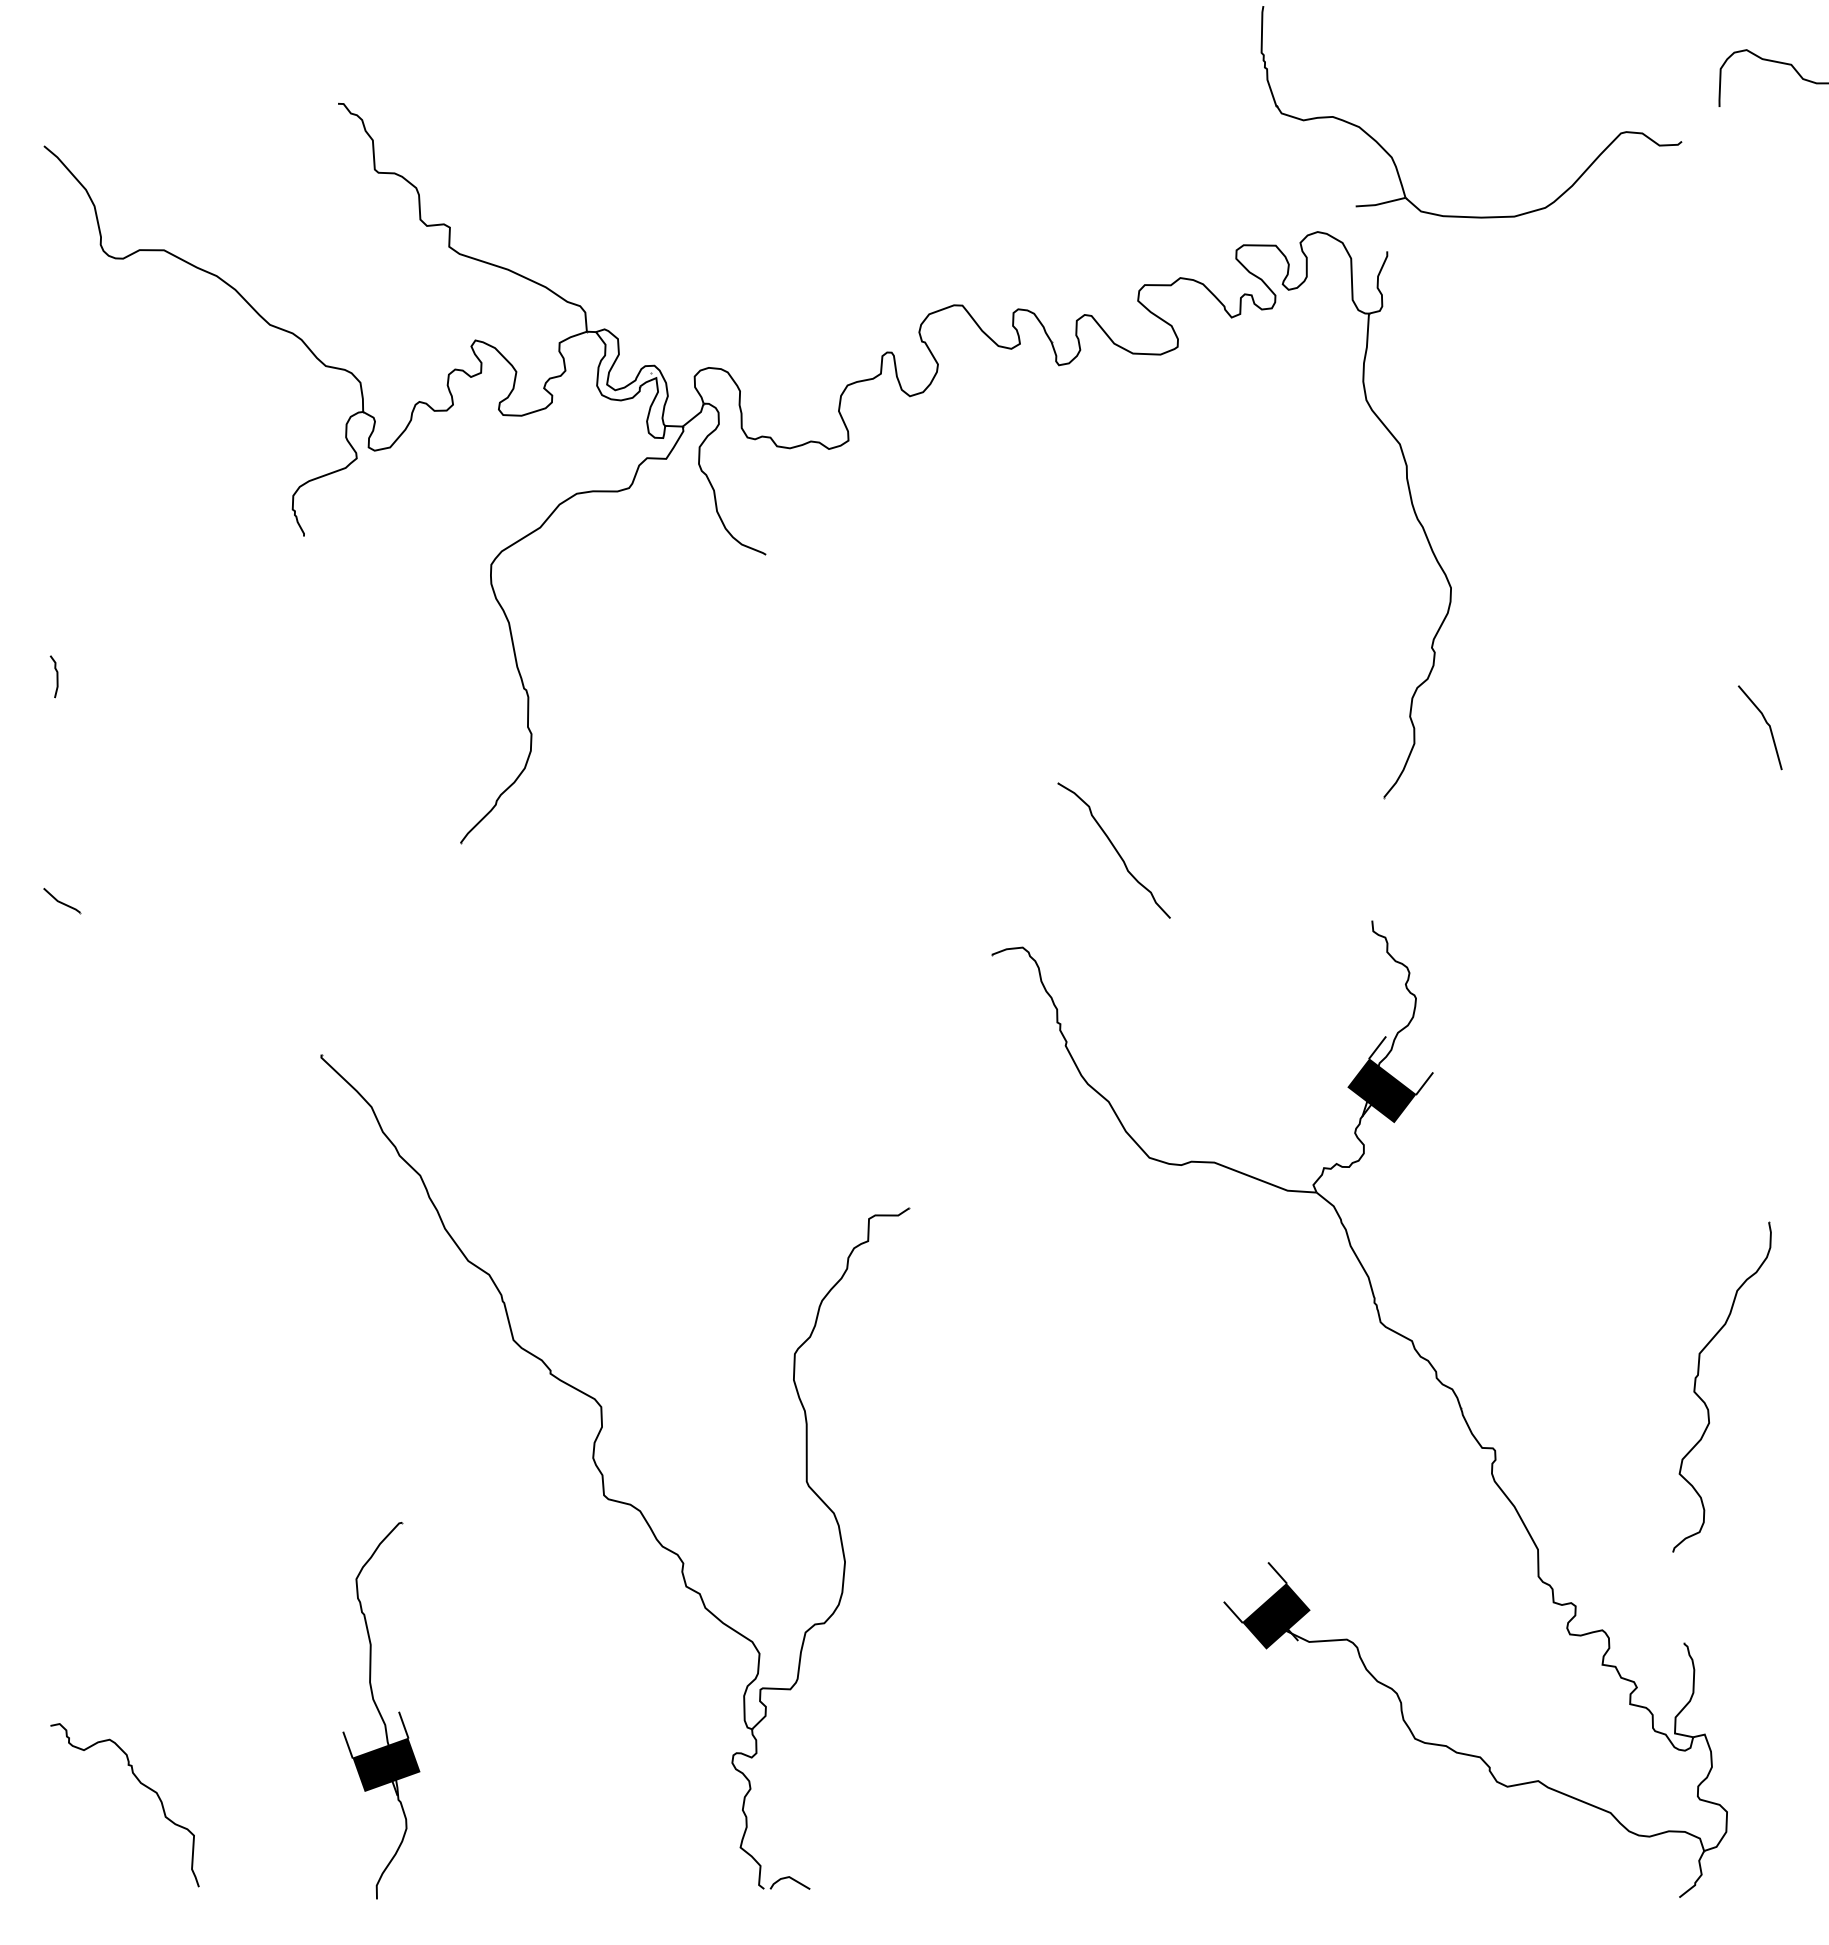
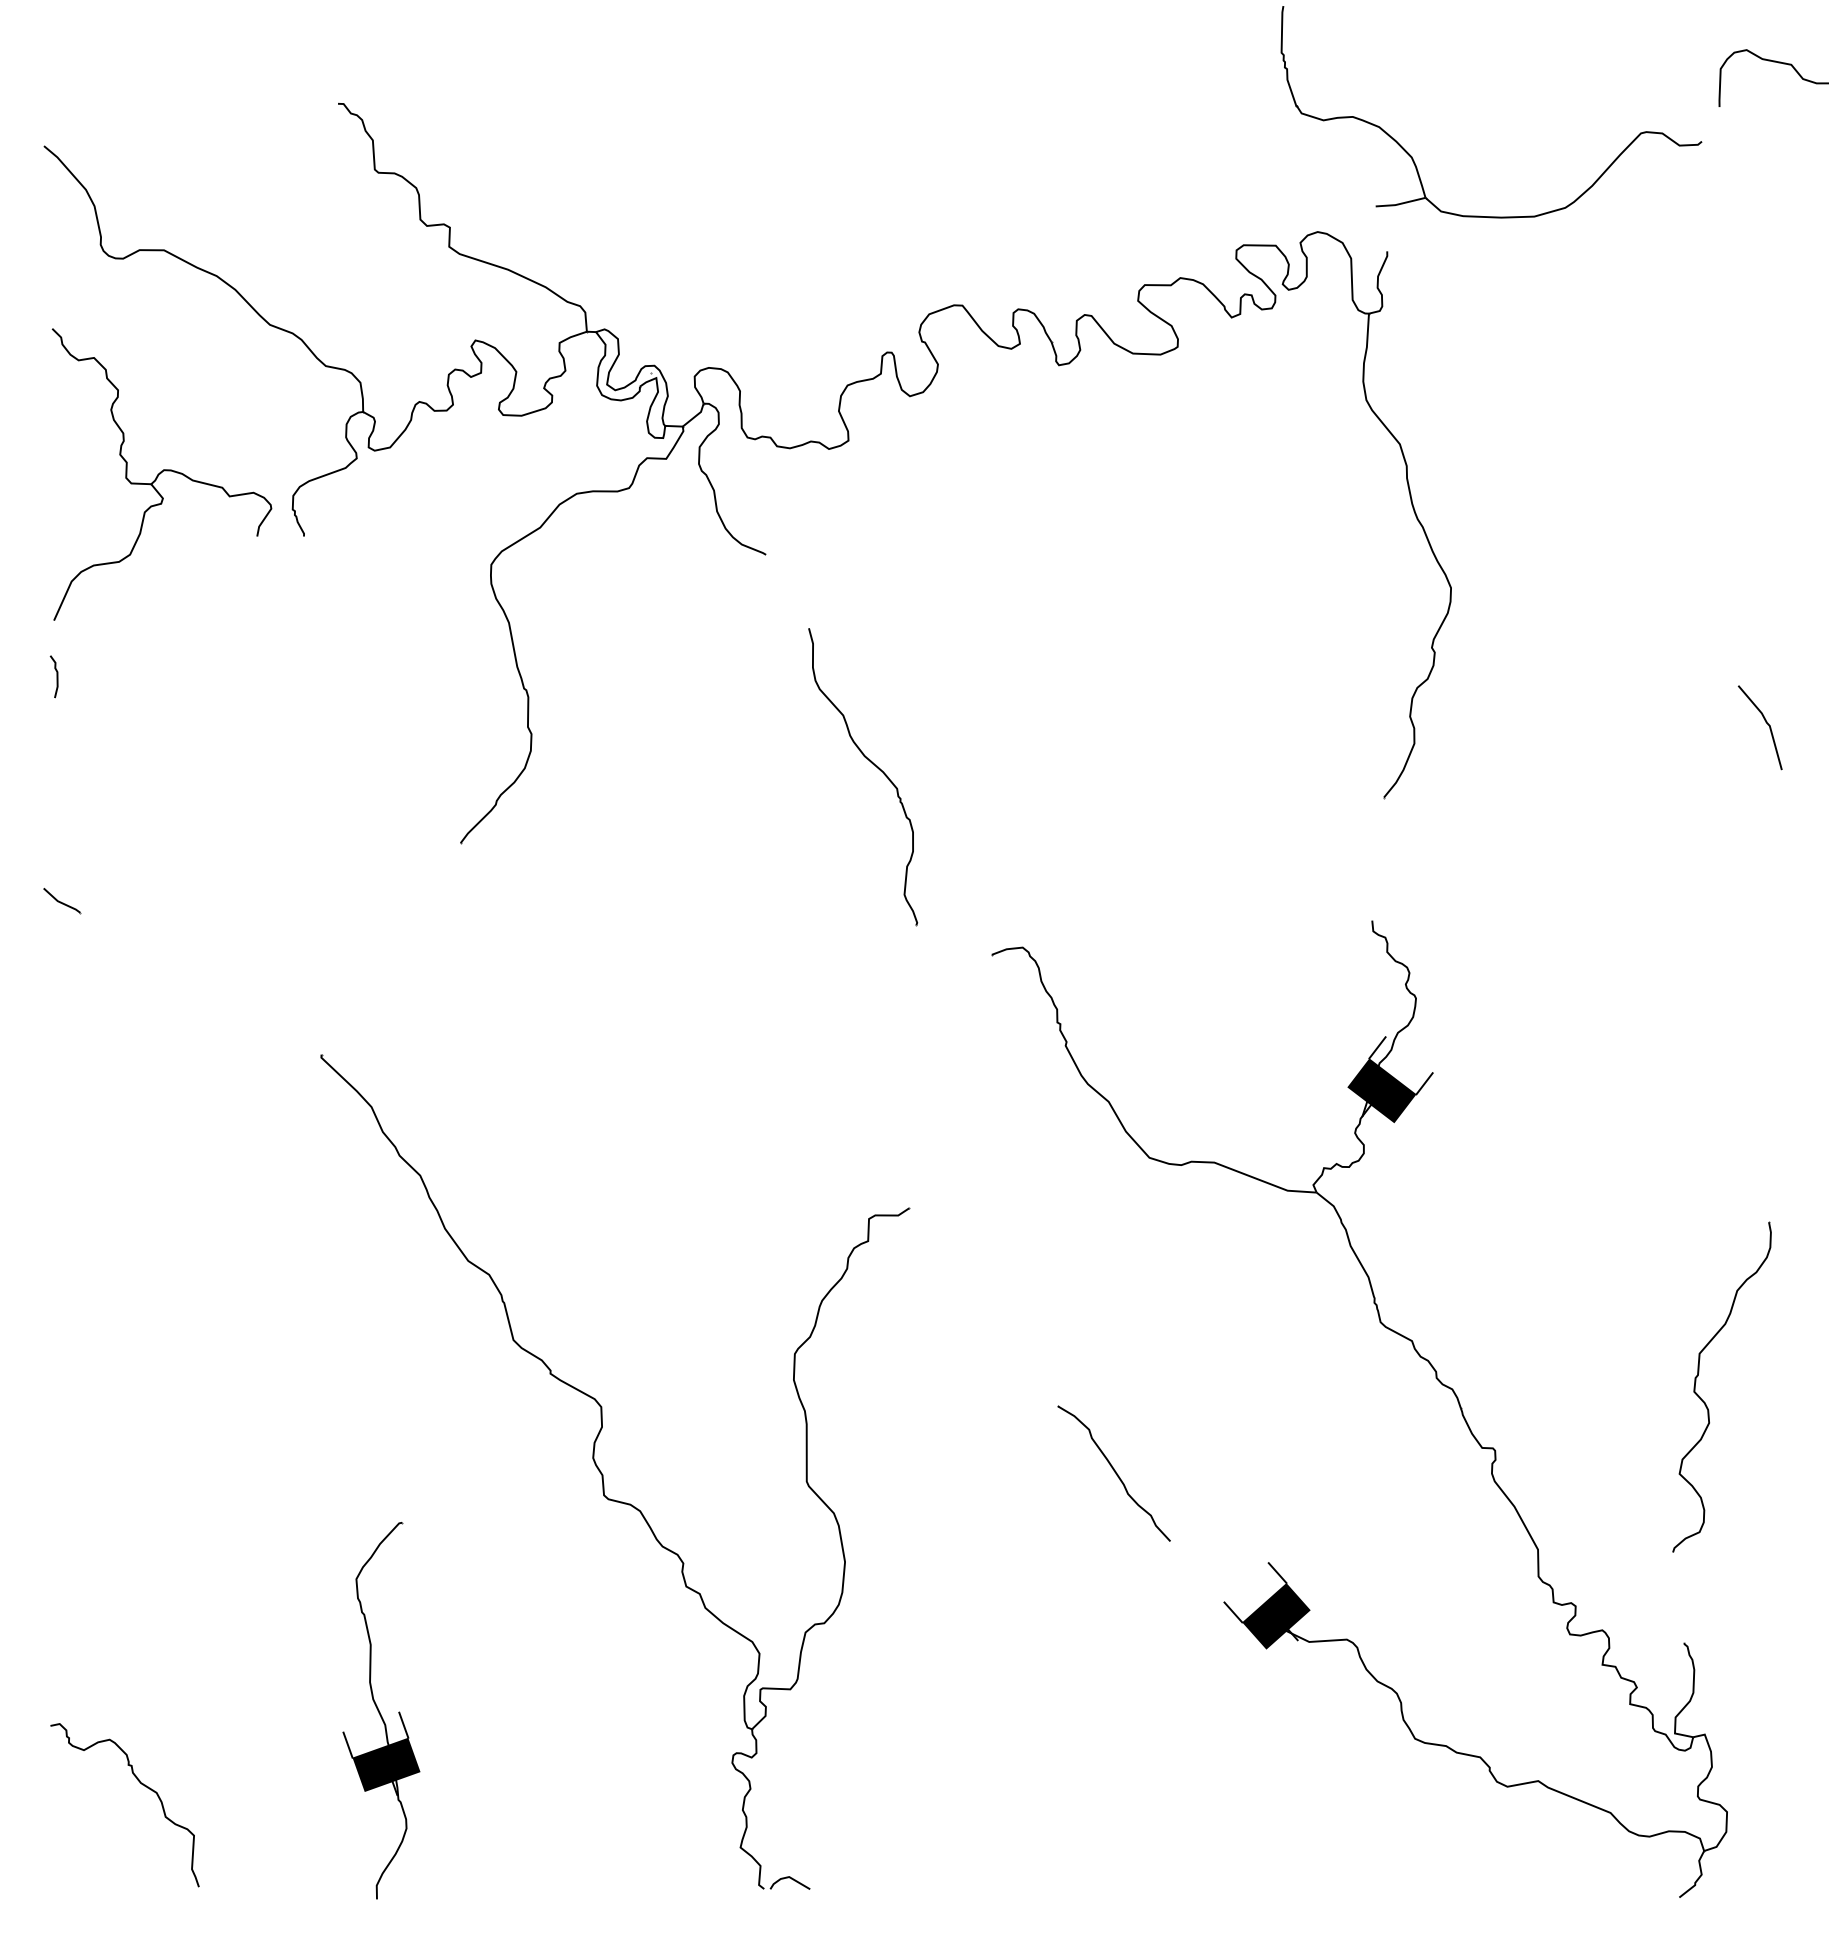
part at (1392, 156) position: (1392, 156) -> (1412, 156)
part at (161, 474): none -> present
part at (873, 765): none -> present
part at (1113, 850) position: (1113, 850) -> (1113, 1473)
